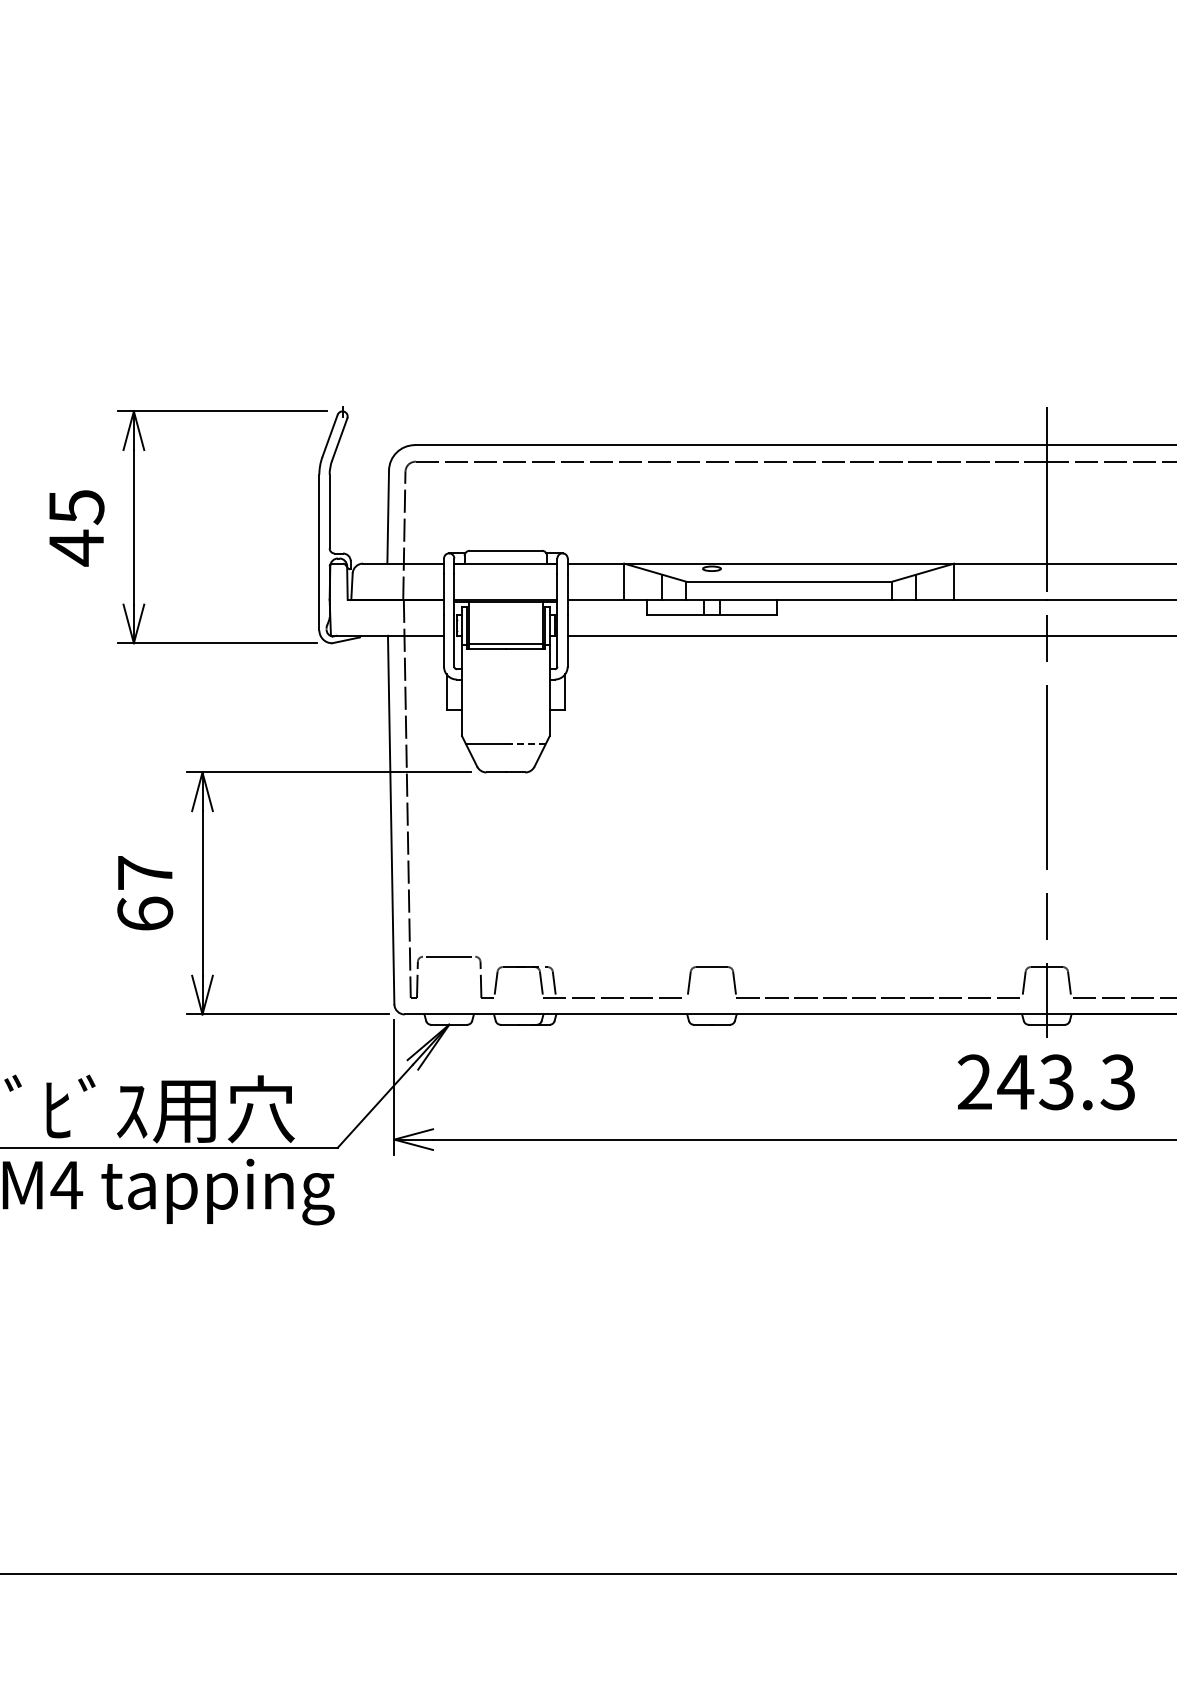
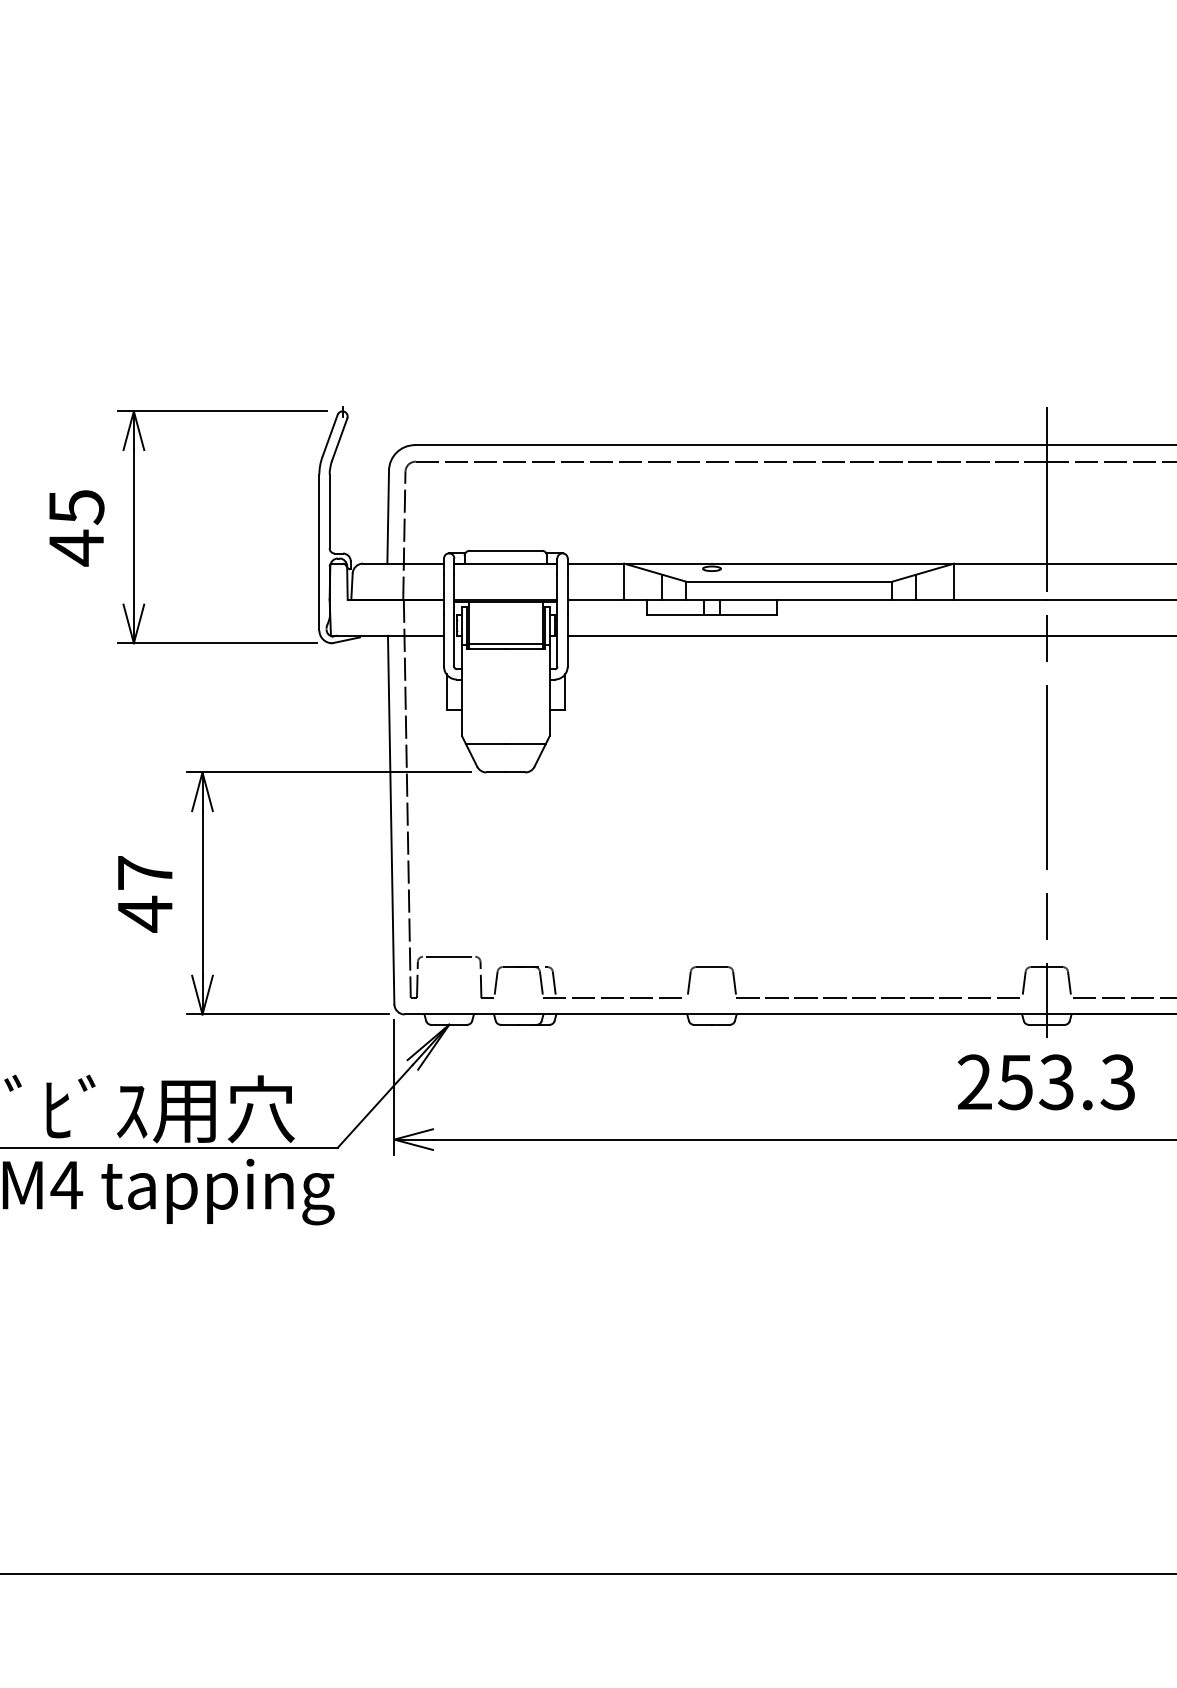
line at (525, 743): dashed -> solid
text at (145, 913): 67 -> 47
text at (1015, 1082): 243.3 -> 253.3
